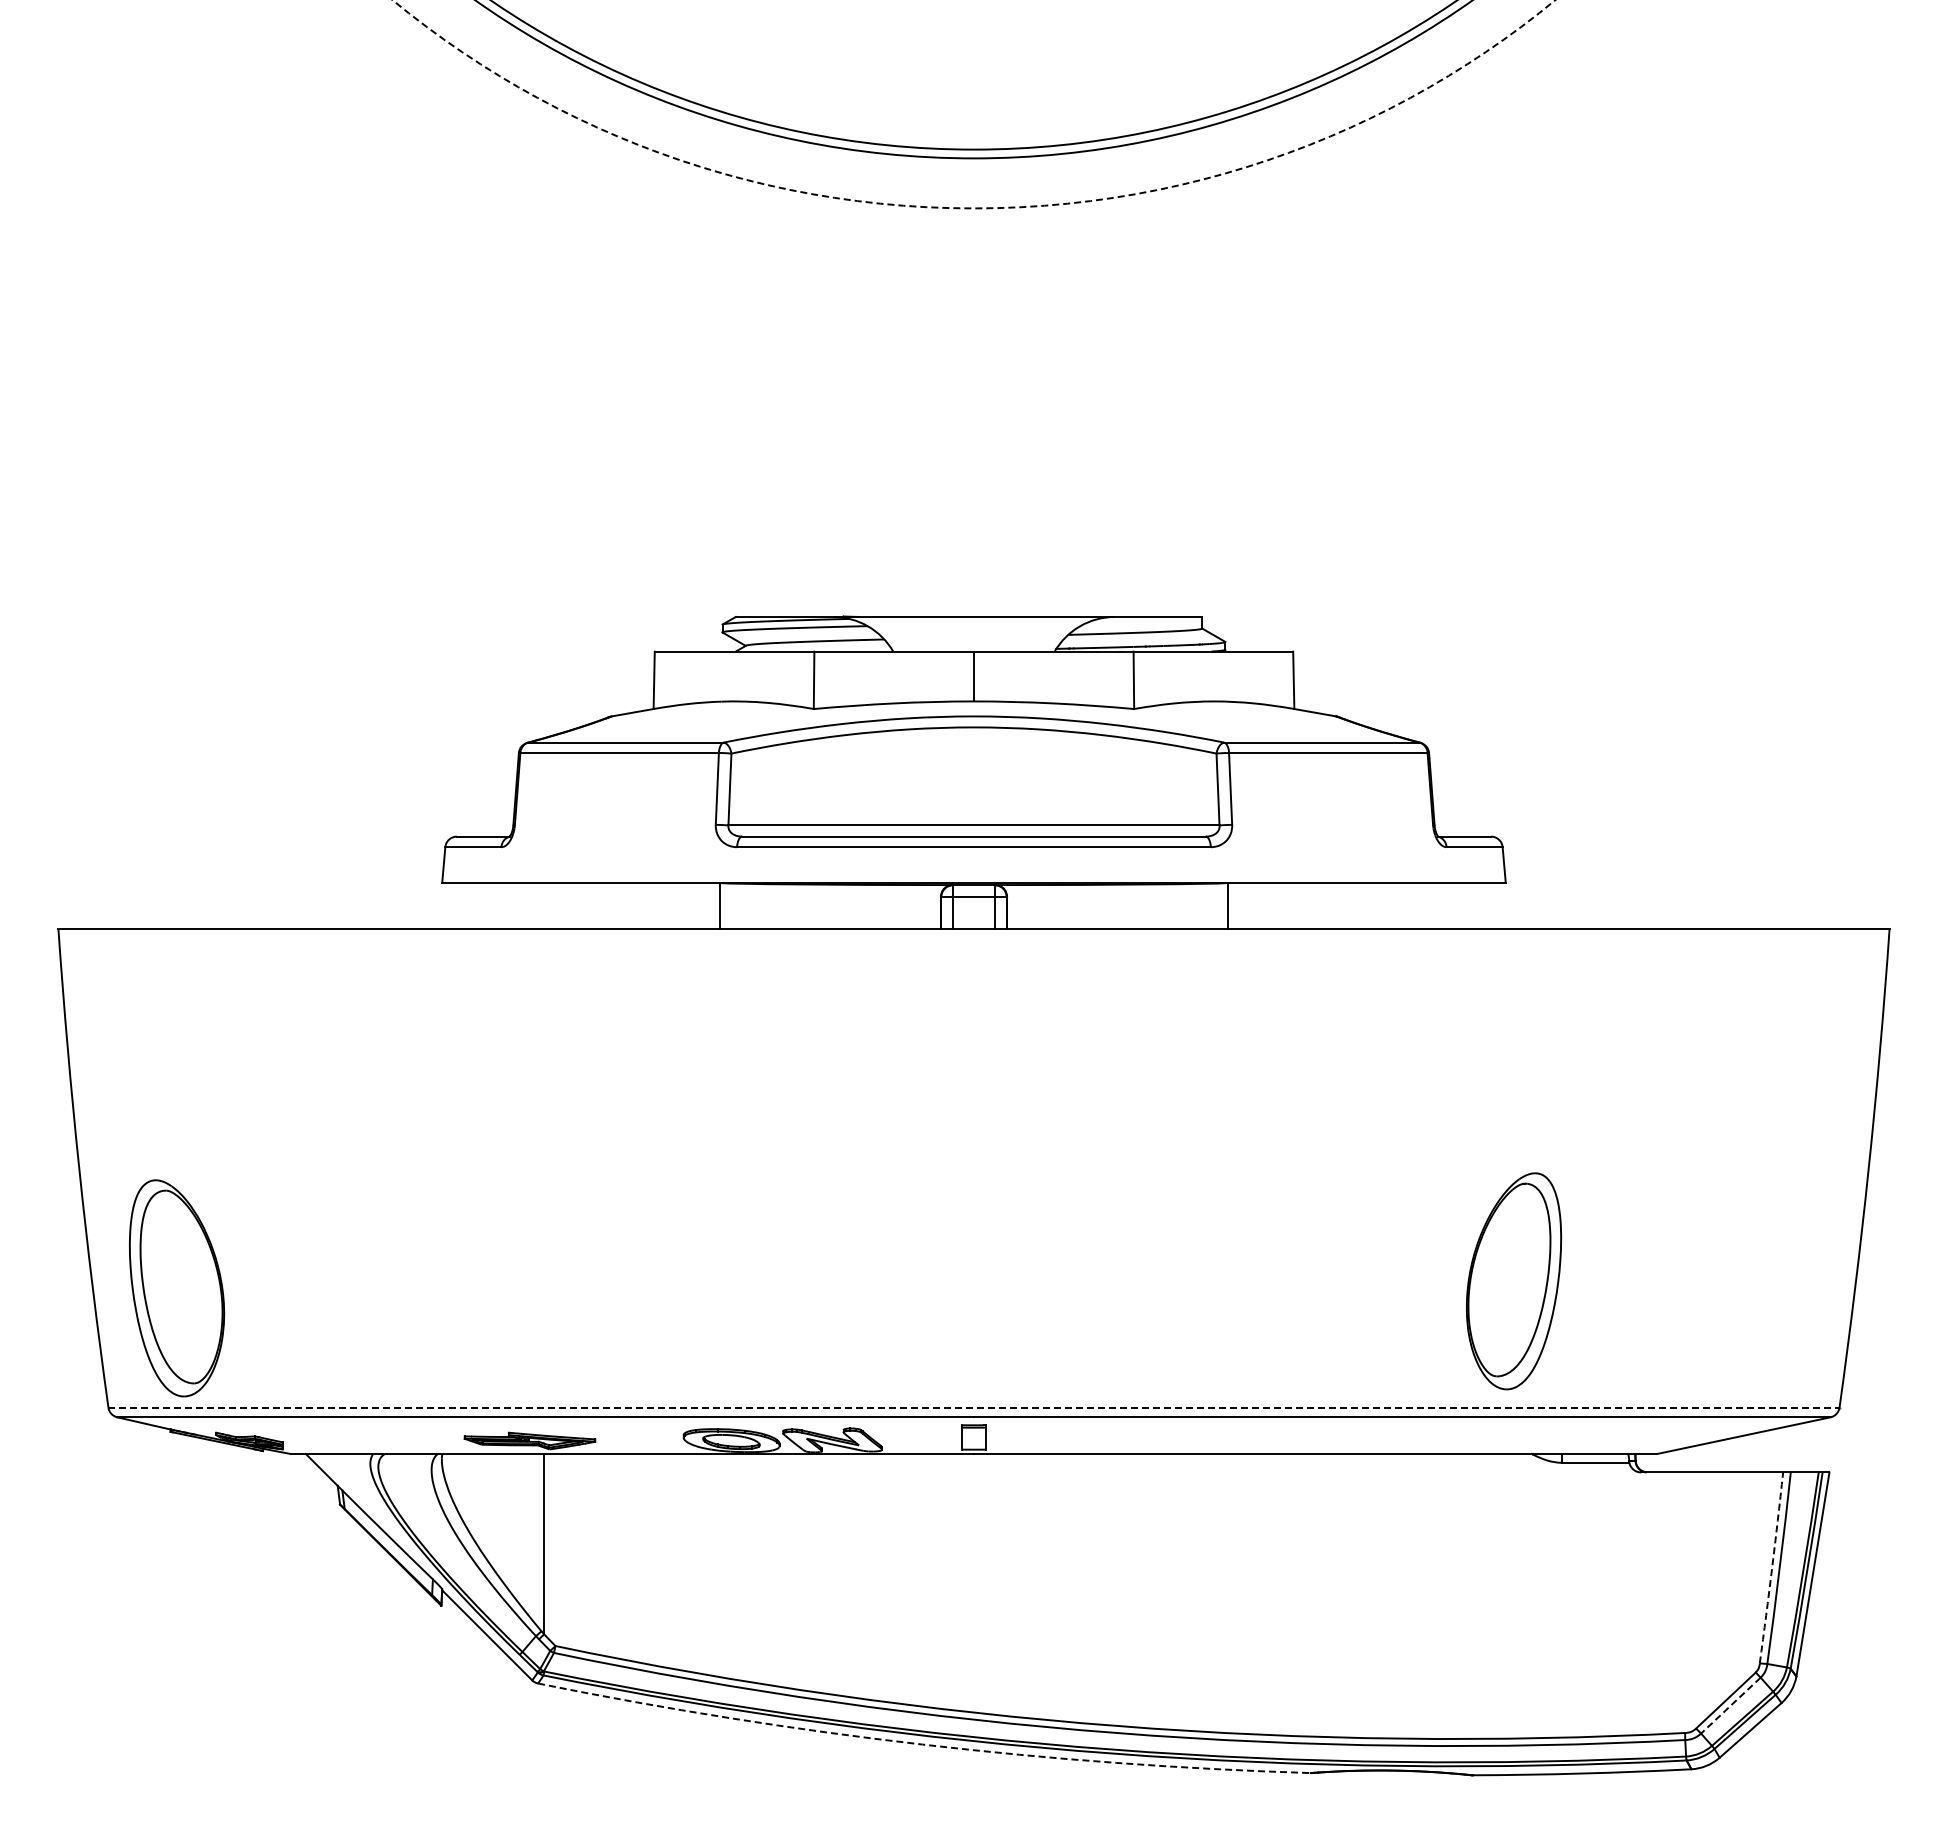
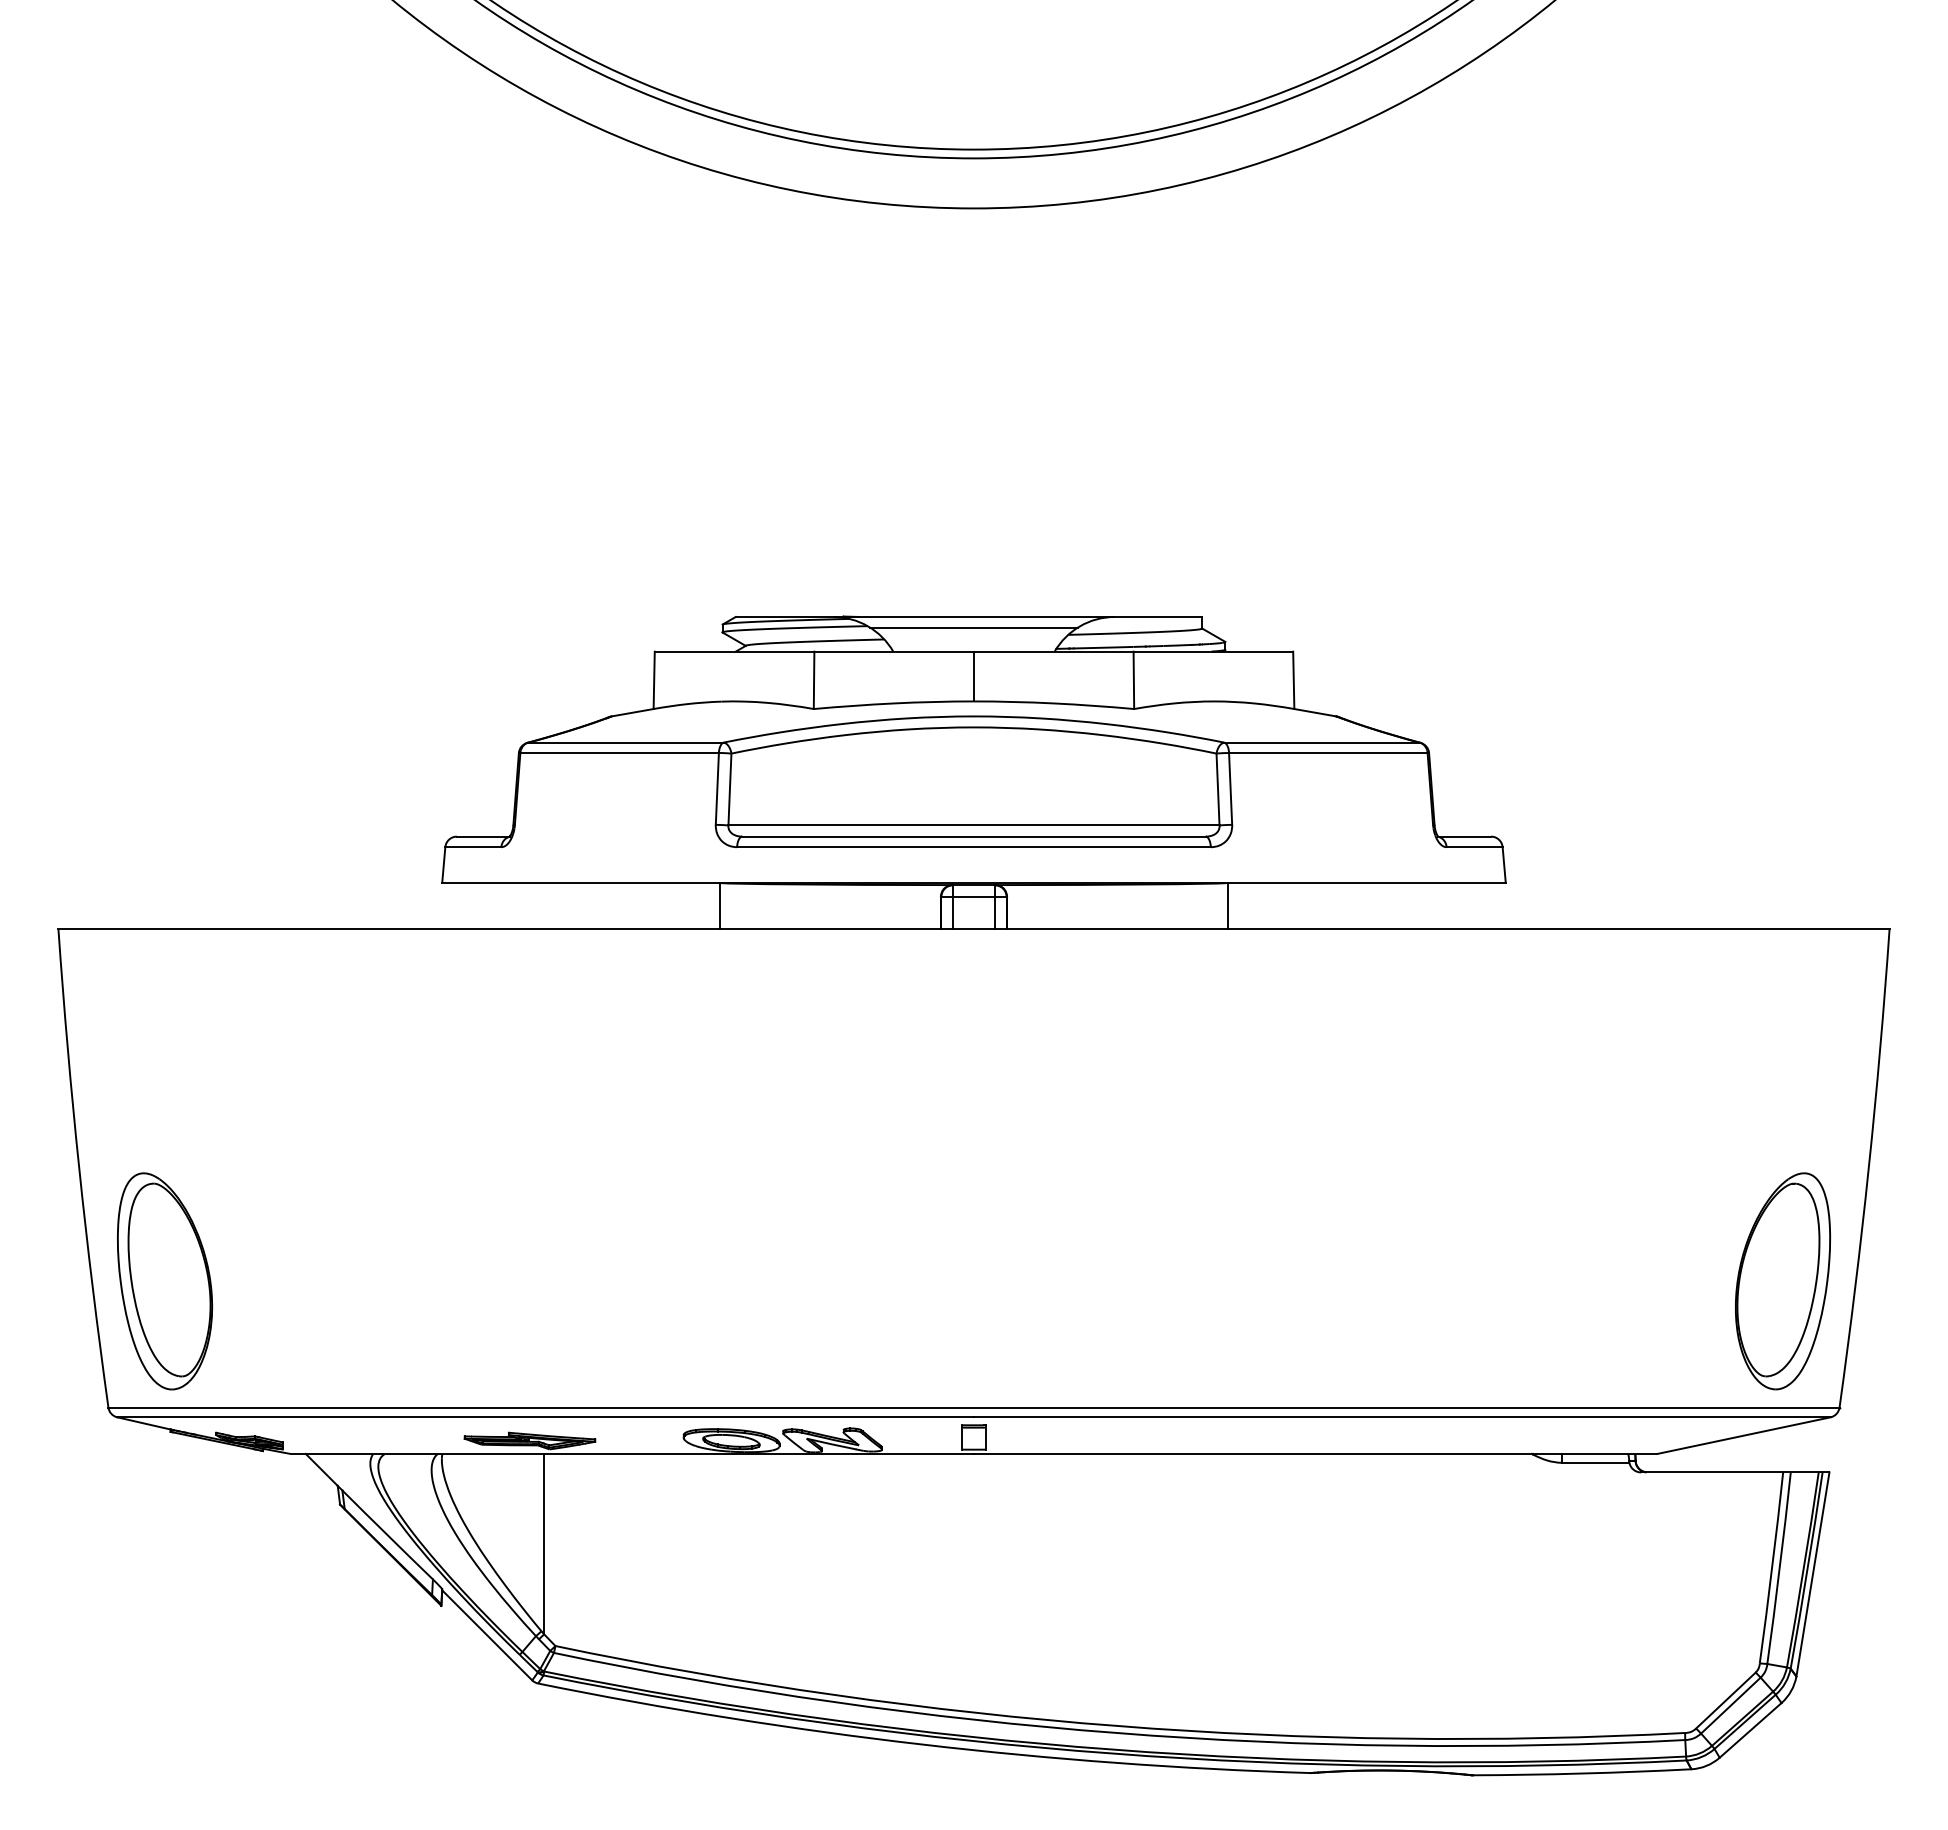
circle at (973, 104): dashed -> solid
line at (974, 627): none -> present
part at (1513, 1281) position: (1513, 1281) -> (1782, 1281)
part at (177, 1288) position: (177, 1288) -> (165, 1281)
line at (973, 1407): dashed -> solid
arc at (1772, 1567): dashed -> solid
line at (1730, 1705): dashed -> solid
arc at (922, 1744): dashed -> solid
